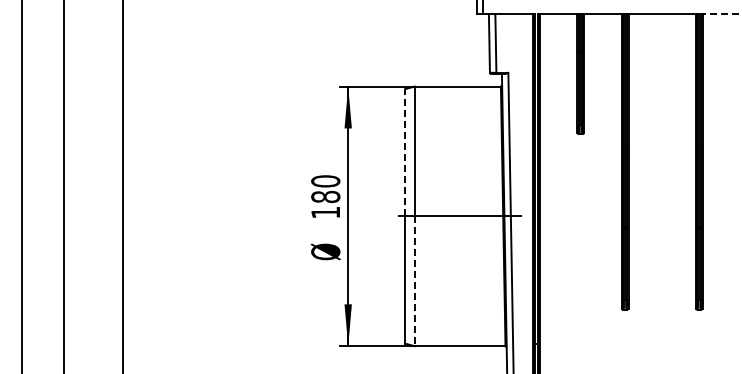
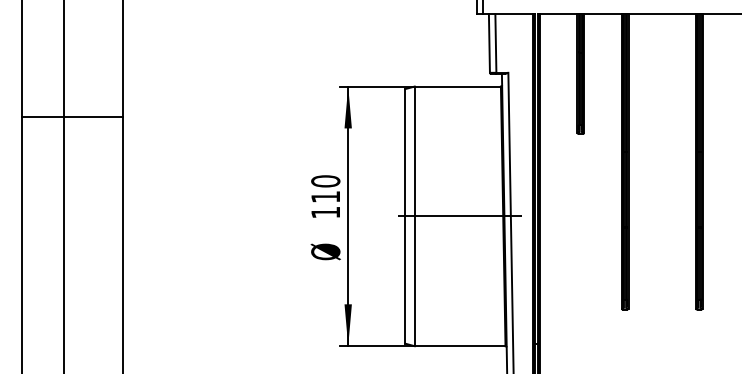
line at (721, 14): dashed -> solid
line at (72, 117): none -> present
line at (405, 152): dashed -> solid
text at (325, 196): 180 -> 110
line at (414, 281): dashed -> solid
